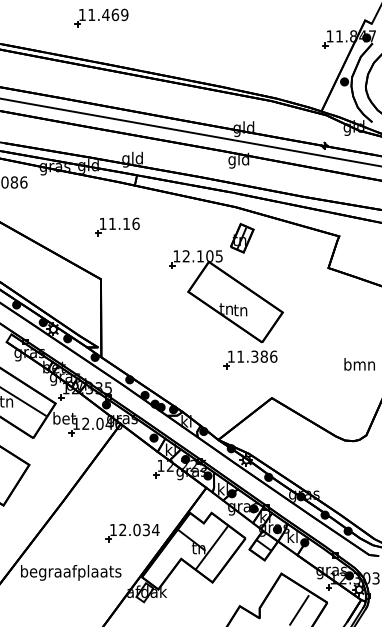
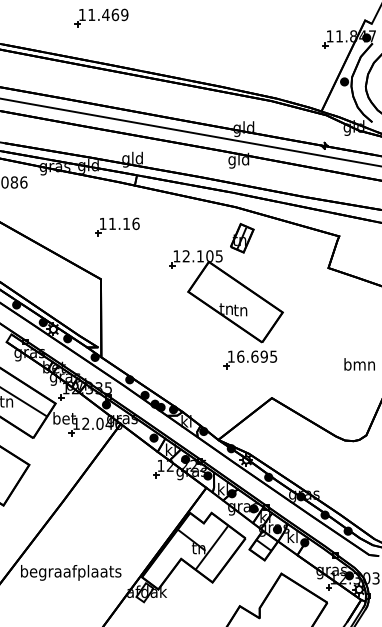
text at (257, 356): 11.386 -> 16.695
part at (132, 532): present -> none
line at (299, 609): present -> none
